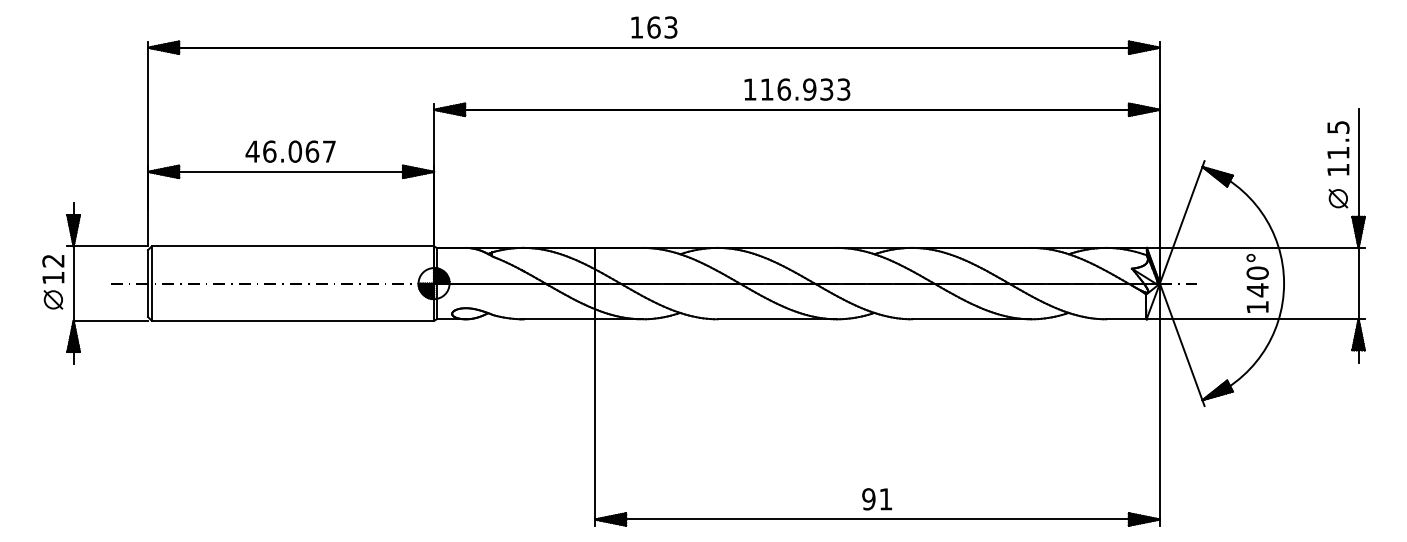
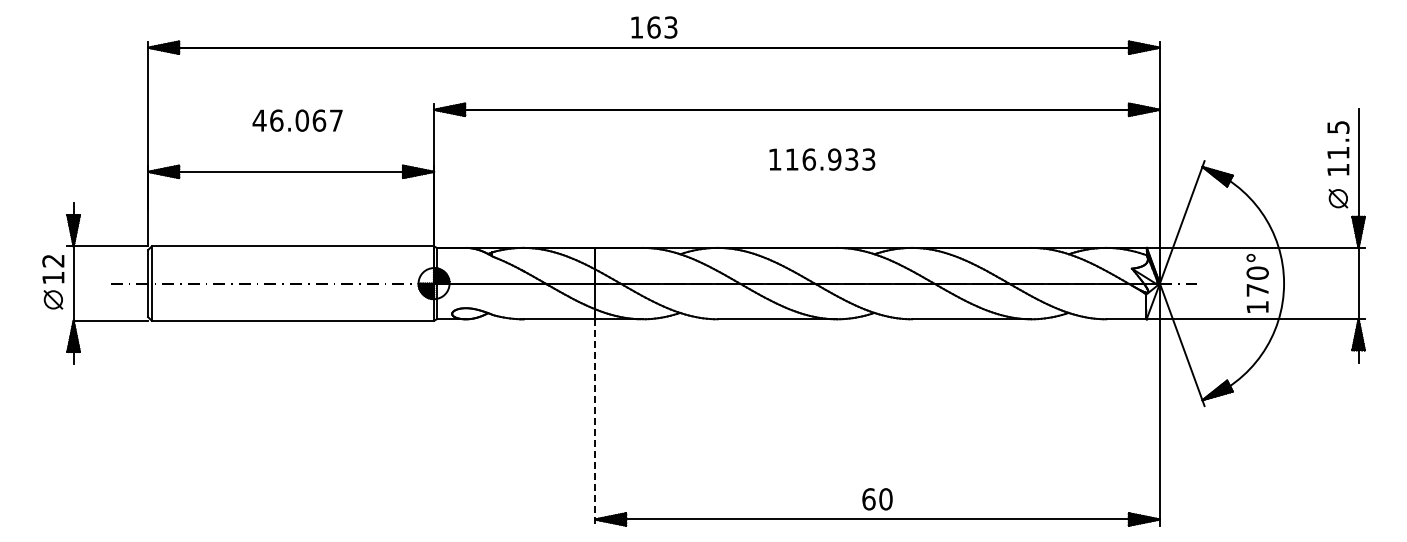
text at (797, 89) position: (797, 89) -> (822, 159)
text at (290, 151) position: (290, 151) -> (297, 120)
text at (1257, 290): 140° -> 170°
line at (595, 423): solid -> dashed
text at (877, 499): 91 -> 60
